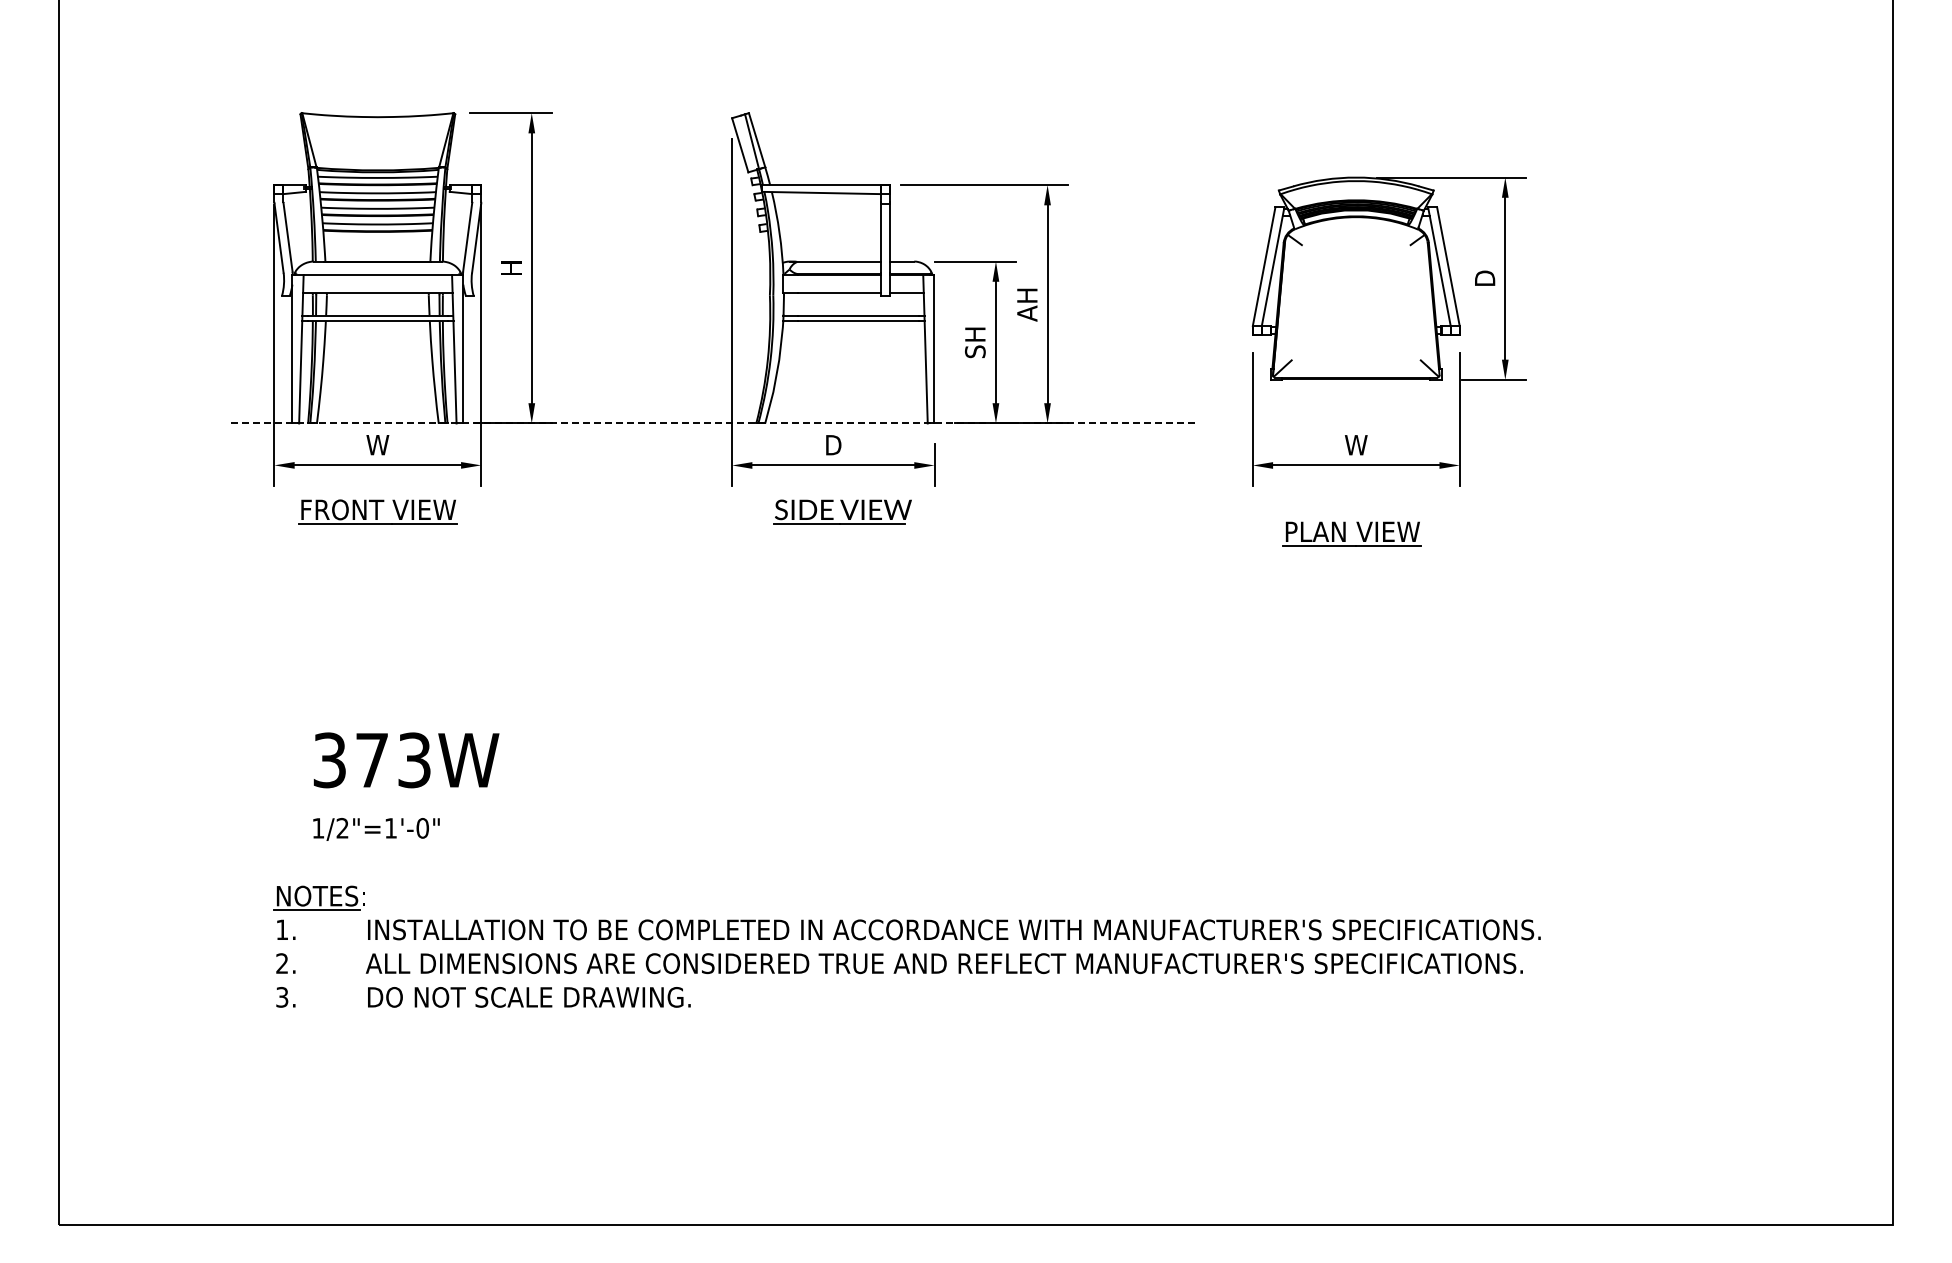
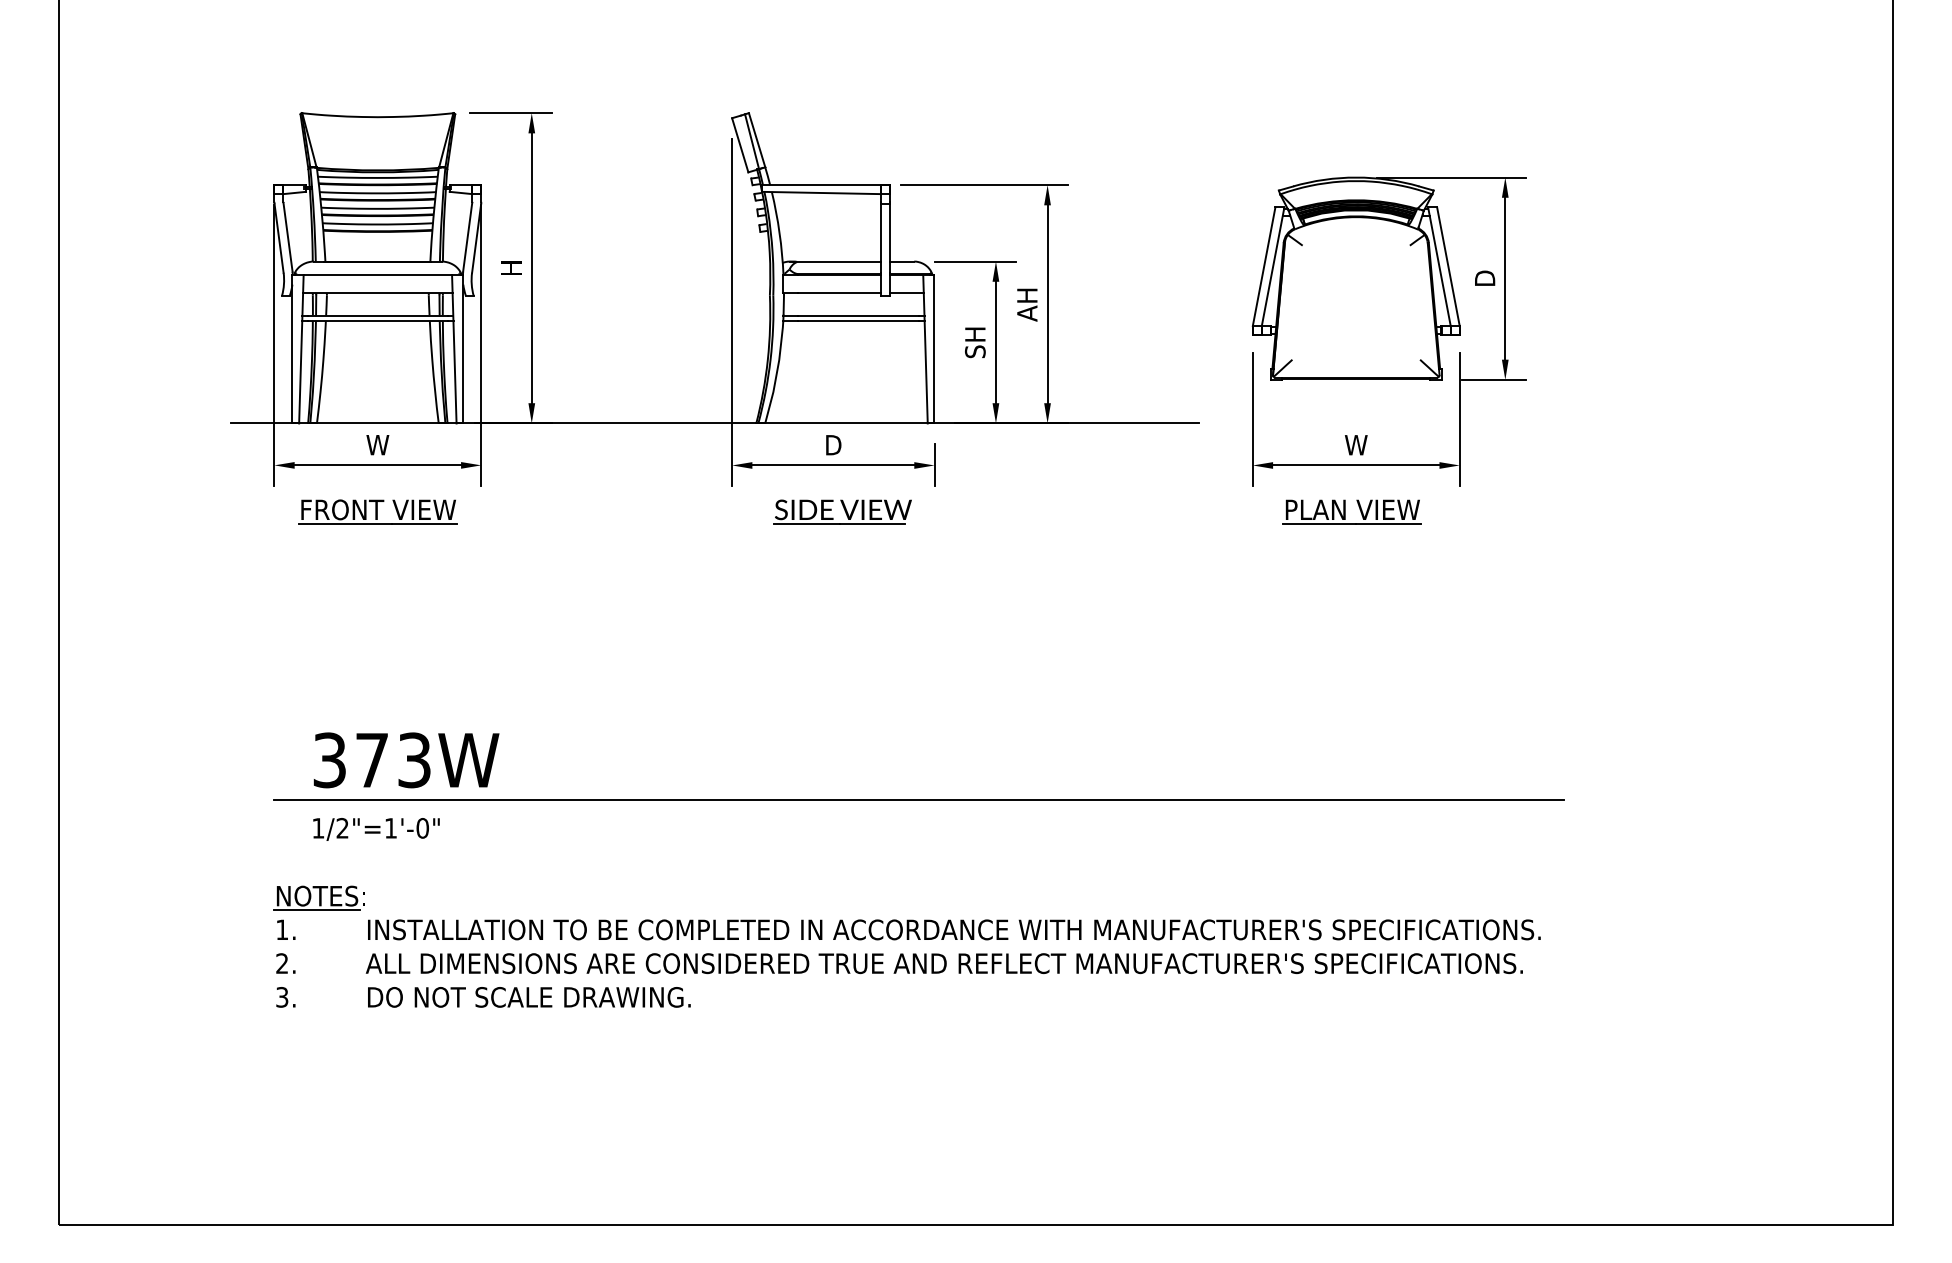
line at (715, 423): dashed -> solid
part at (1351, 533) position: (1351, 533) -> (1351, 511)
line at (918, 799): none -> present
